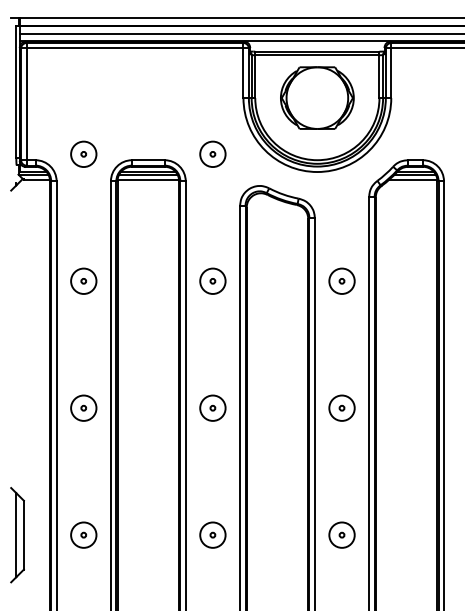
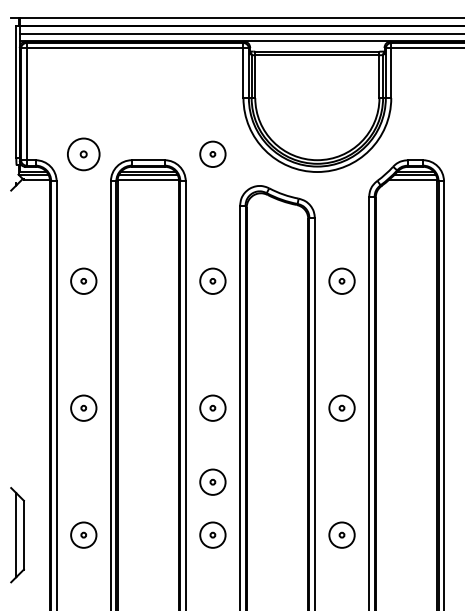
part at (317, 97): present -> none
part at (83, 153) size: 28x28 px -> 34x35 px
part at (212, 481): none -> present
